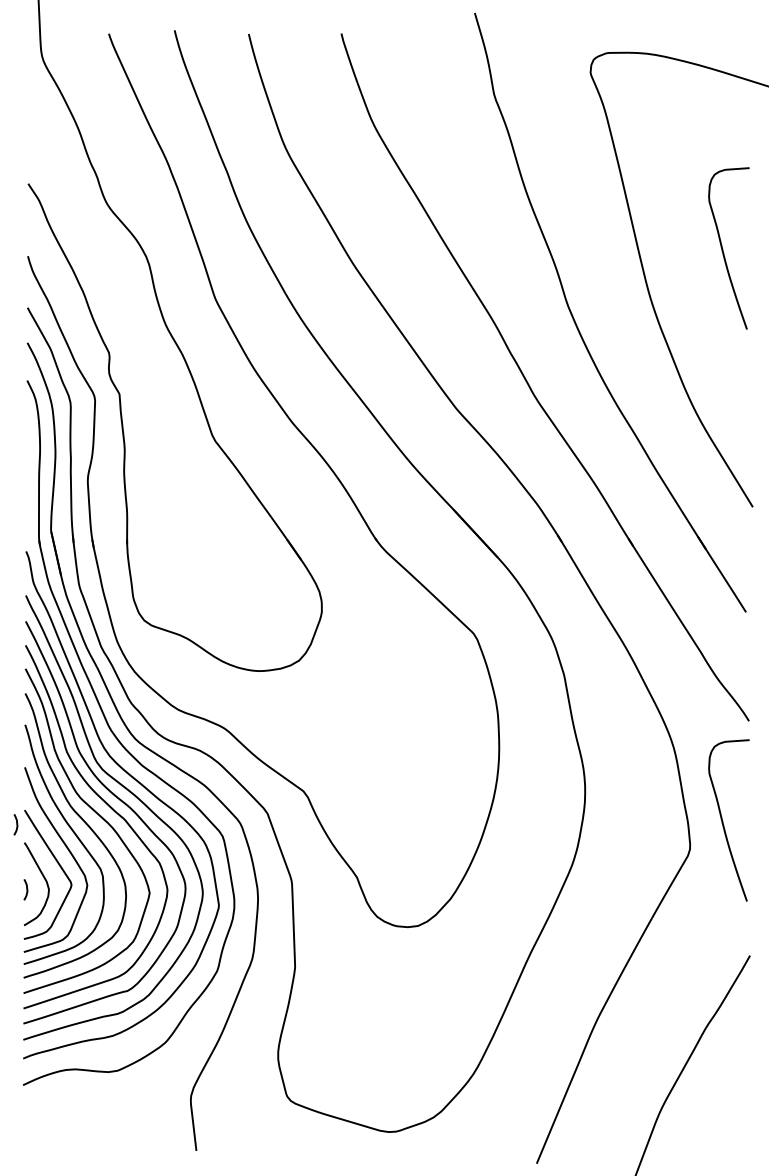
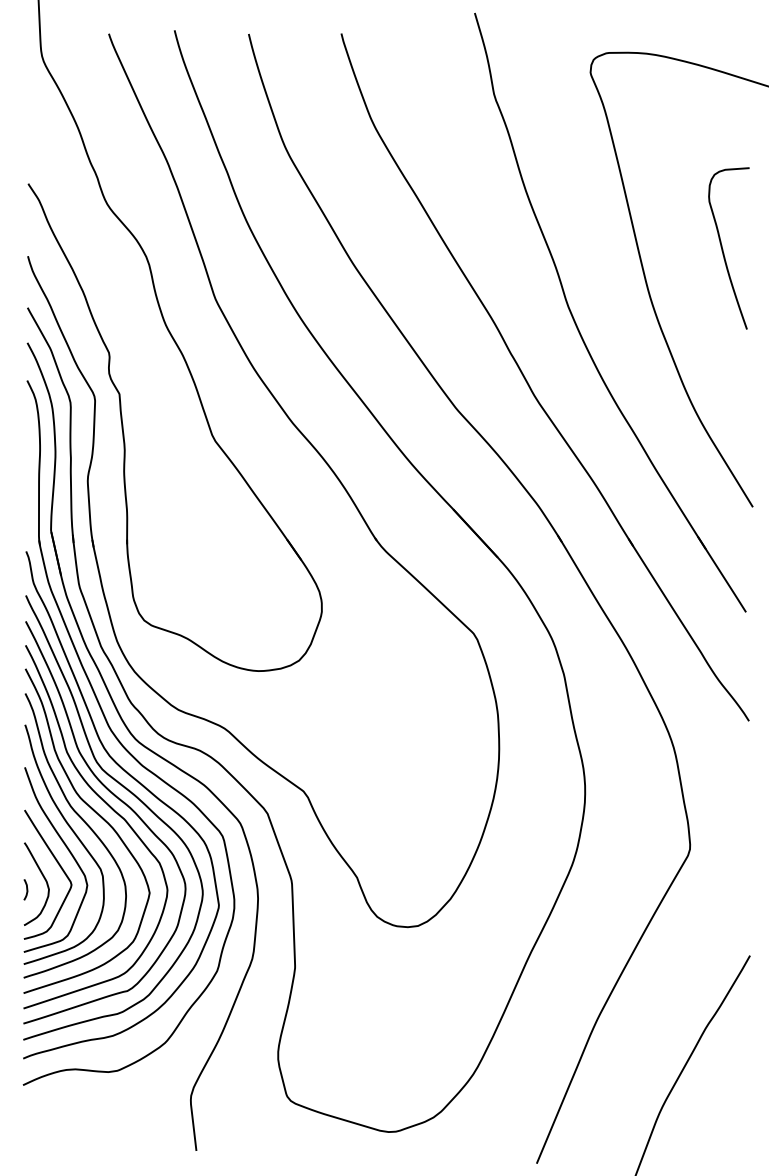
curve at (723, 821): present -> none
curve at (16, 824): present -> none
